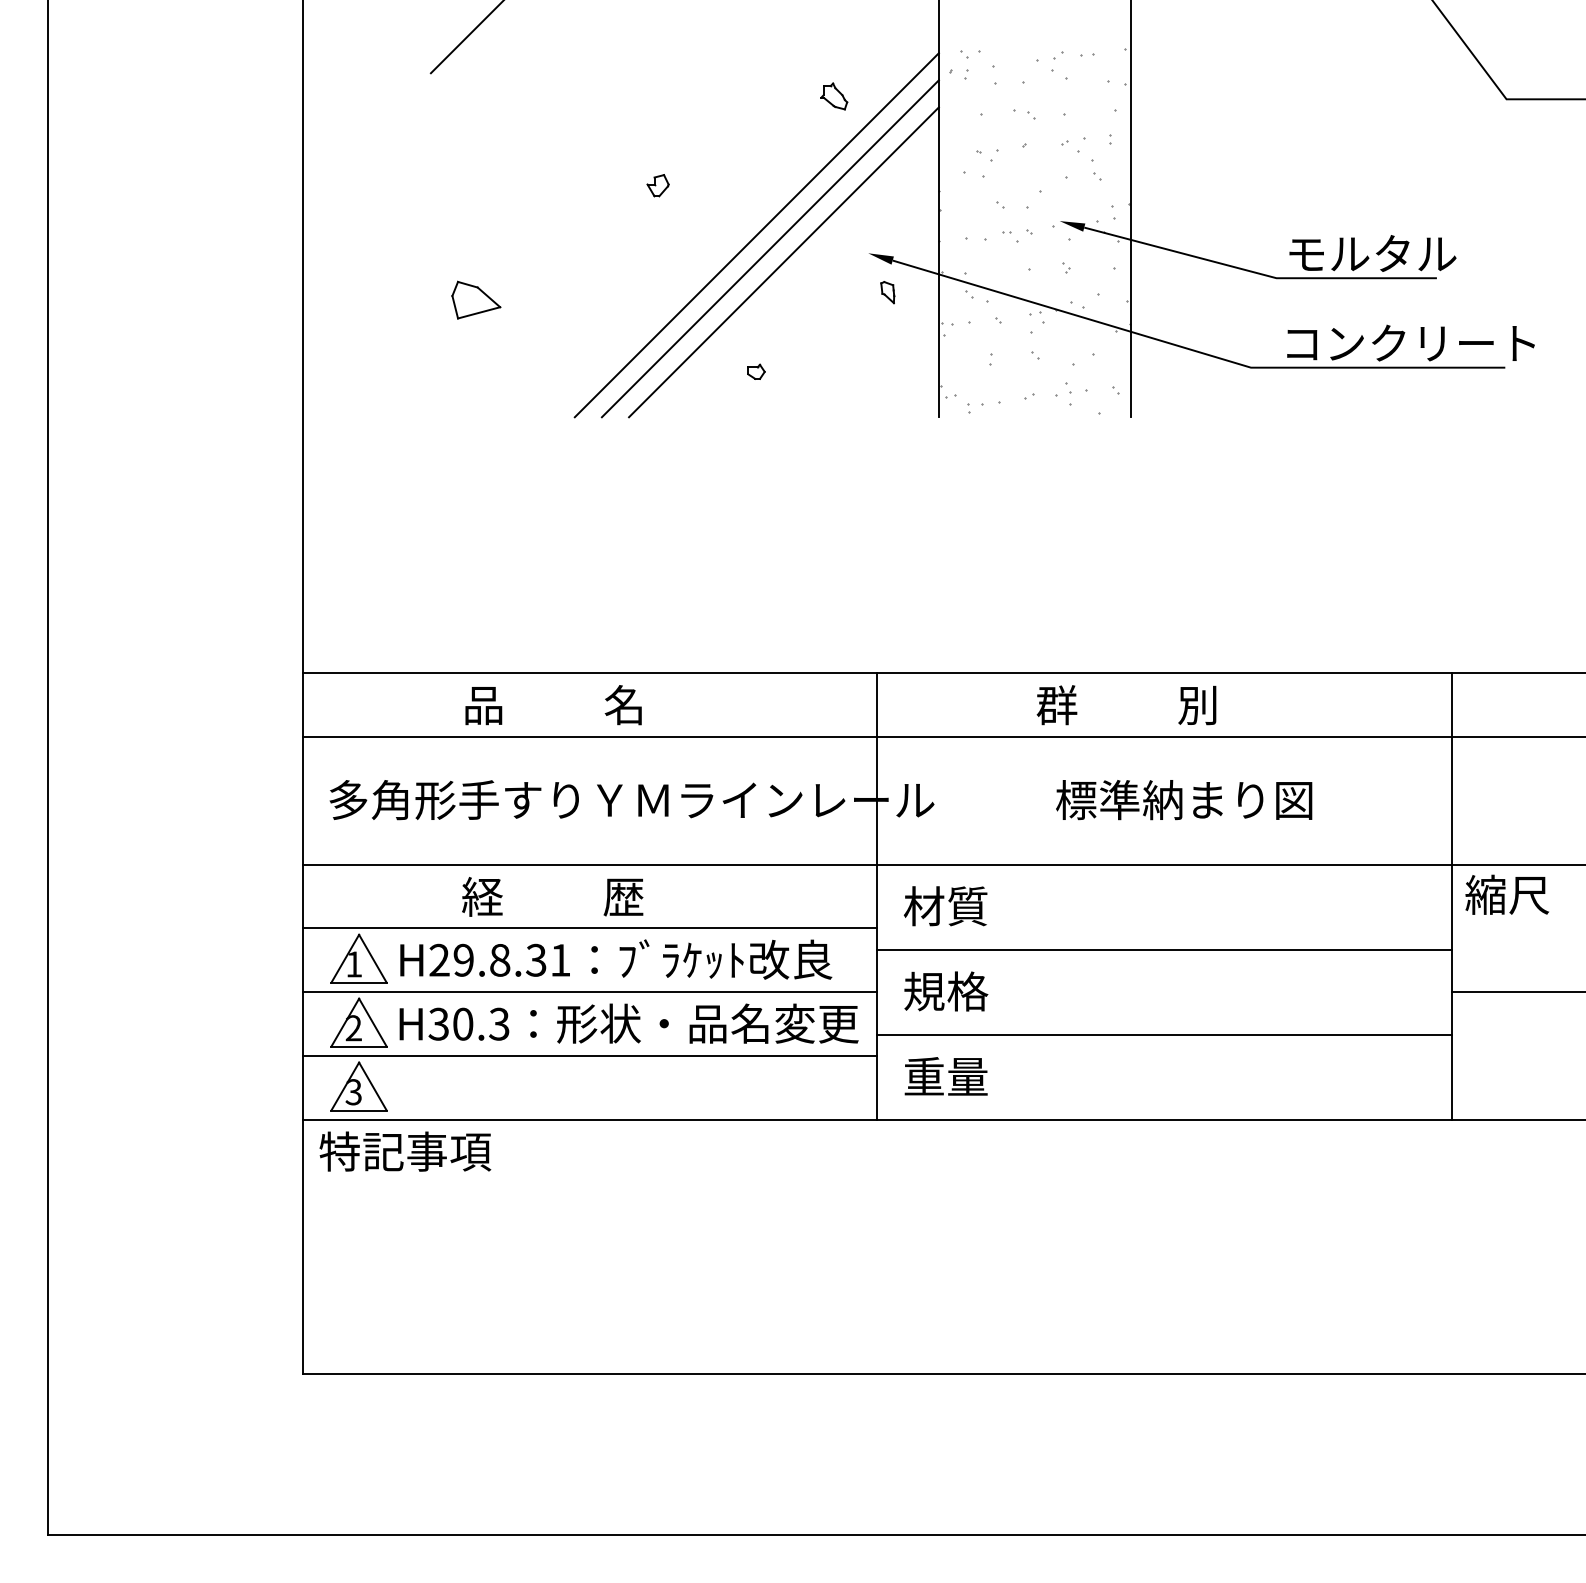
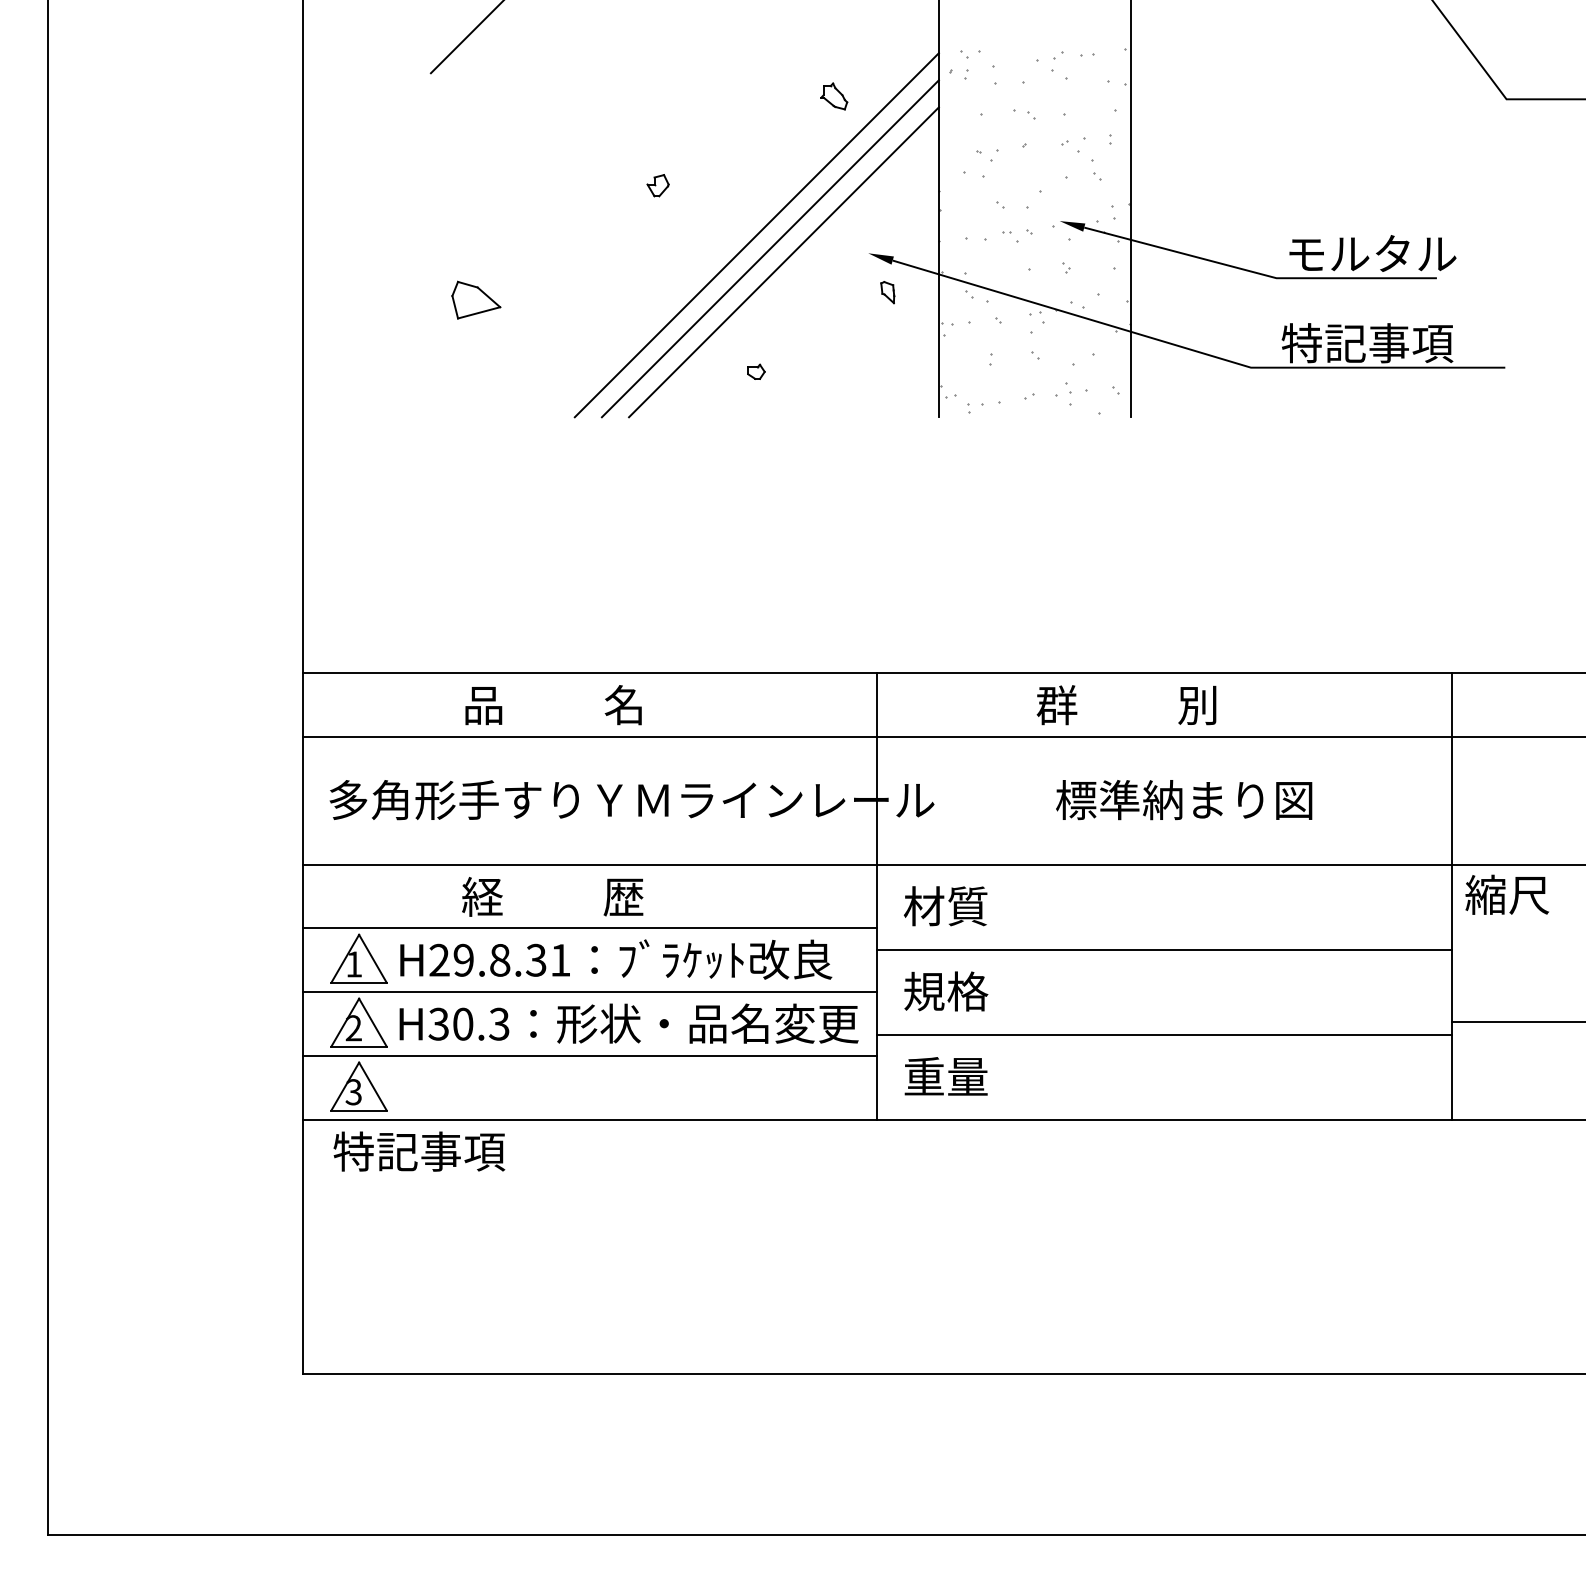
text at (1407, 343): コンクリート -> 特記事項
line at (1516, 992) position: (1516, 992) -> (1516, 1022)
text at (405, 1151) position: (405, 1151) -> (419, 1151)
